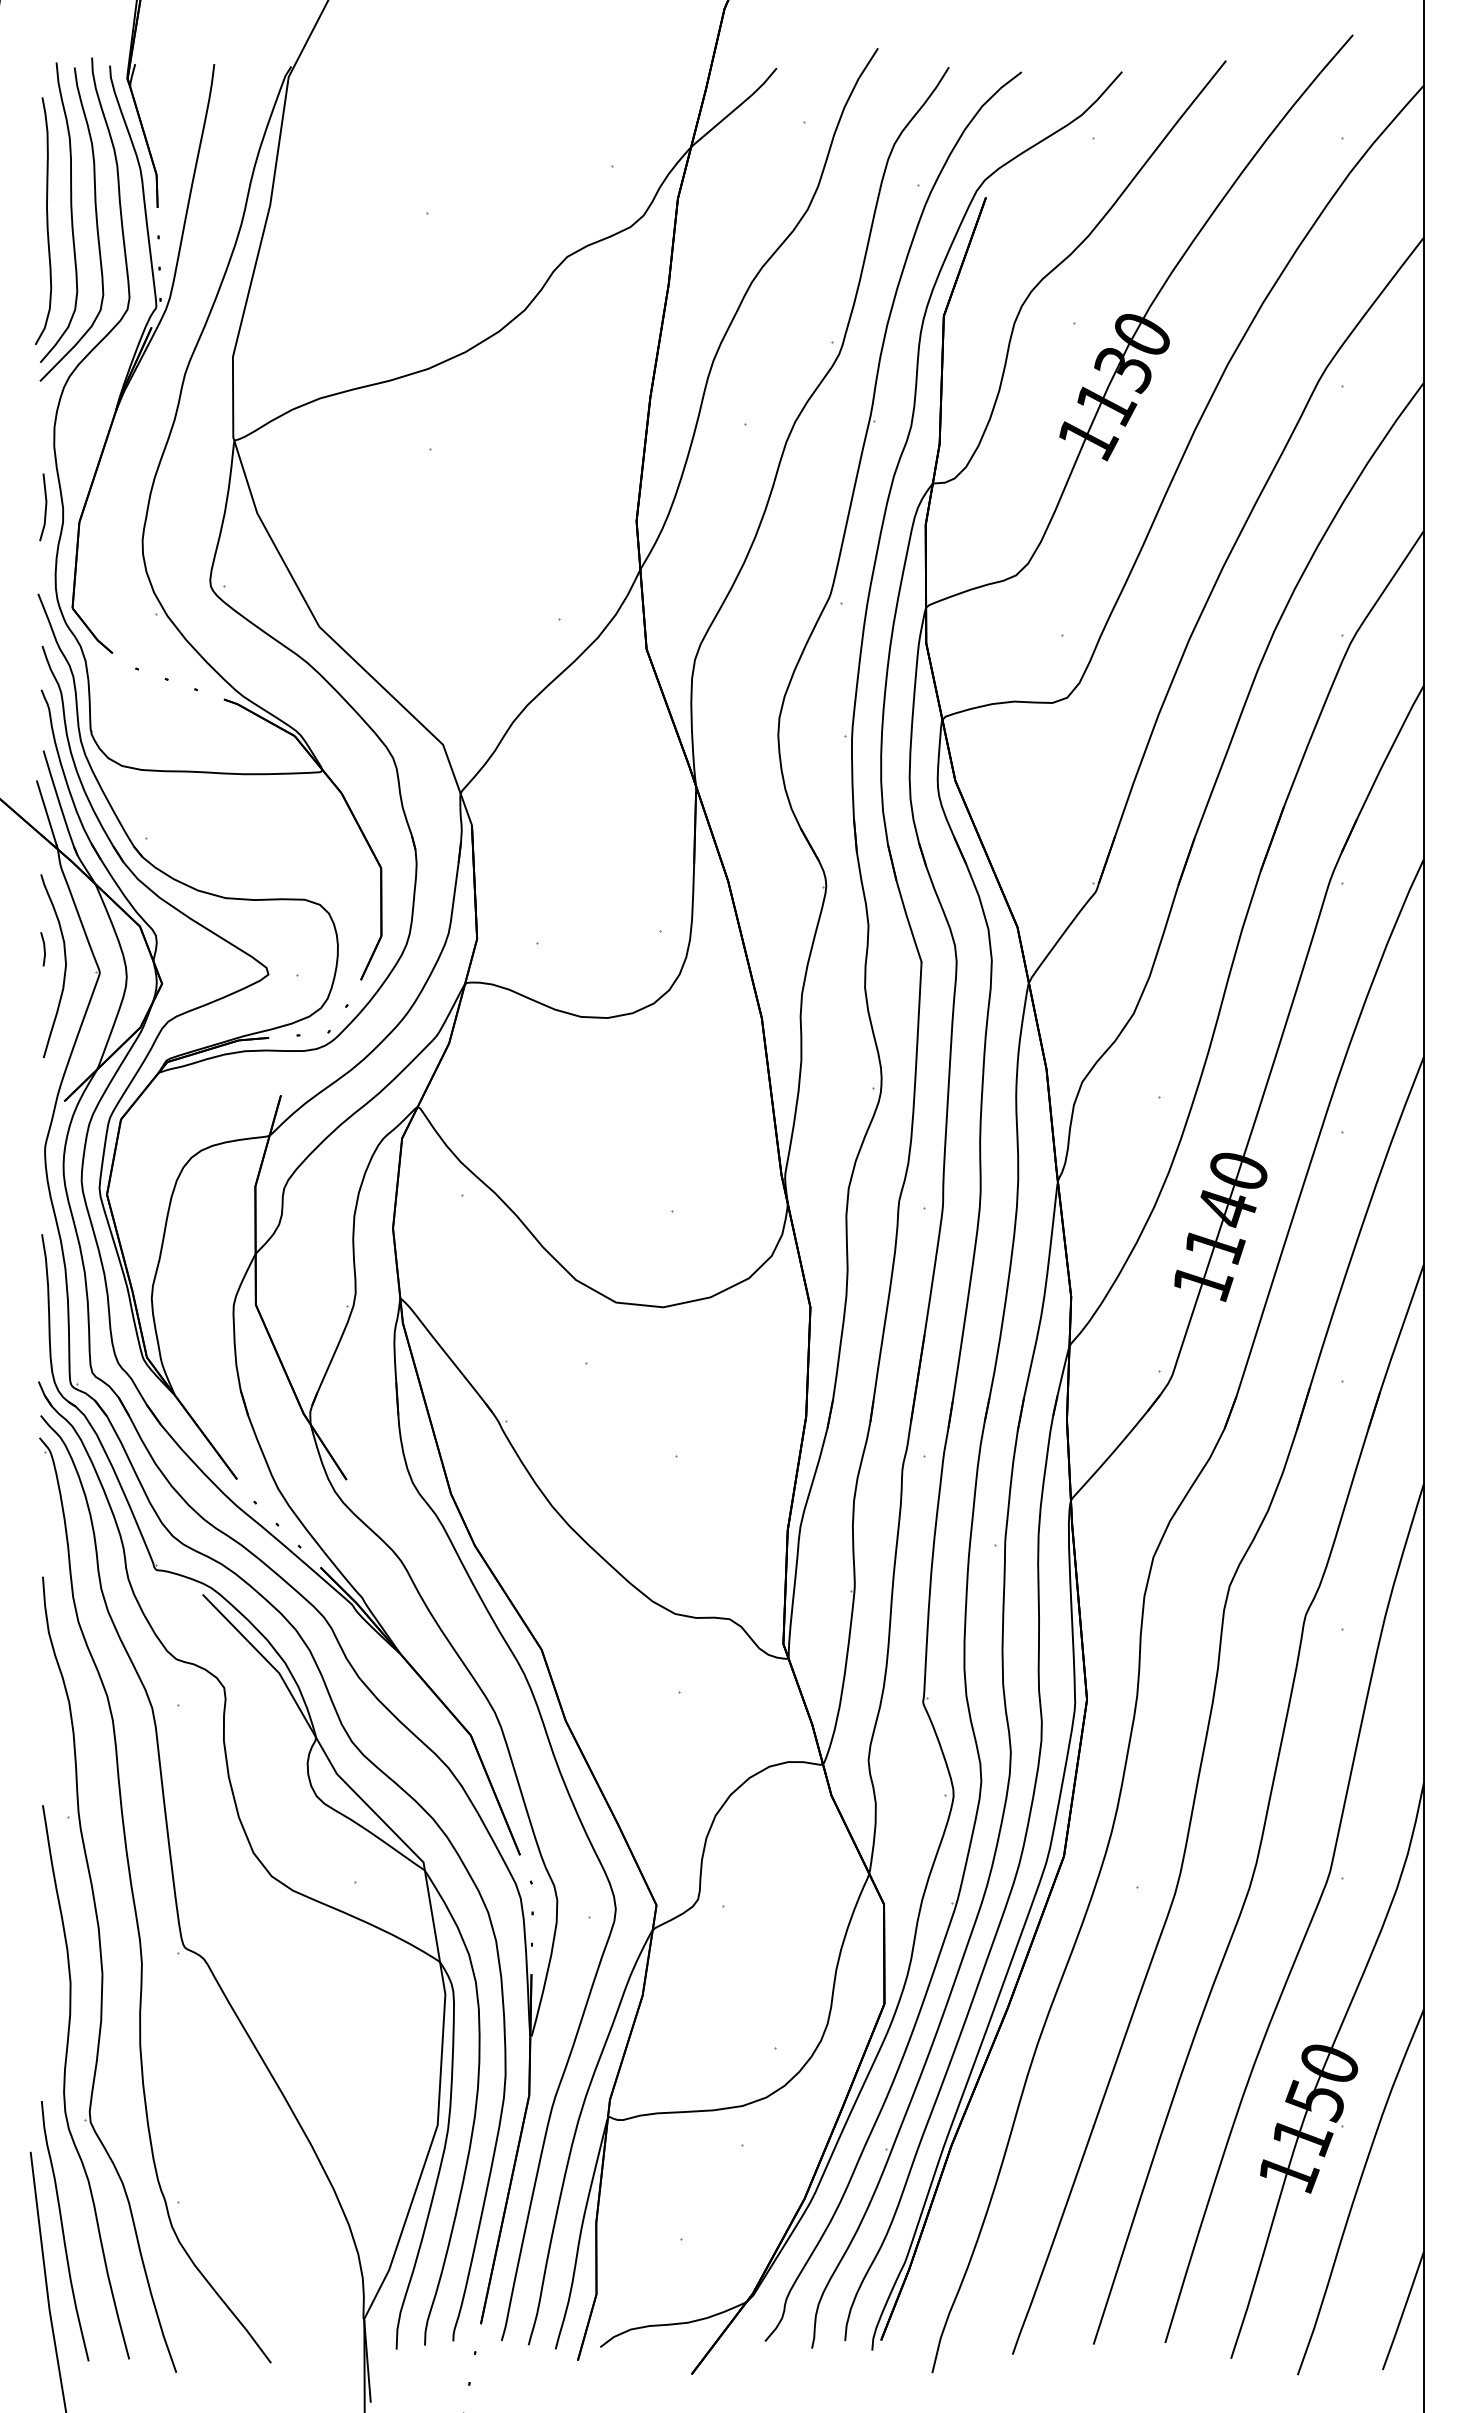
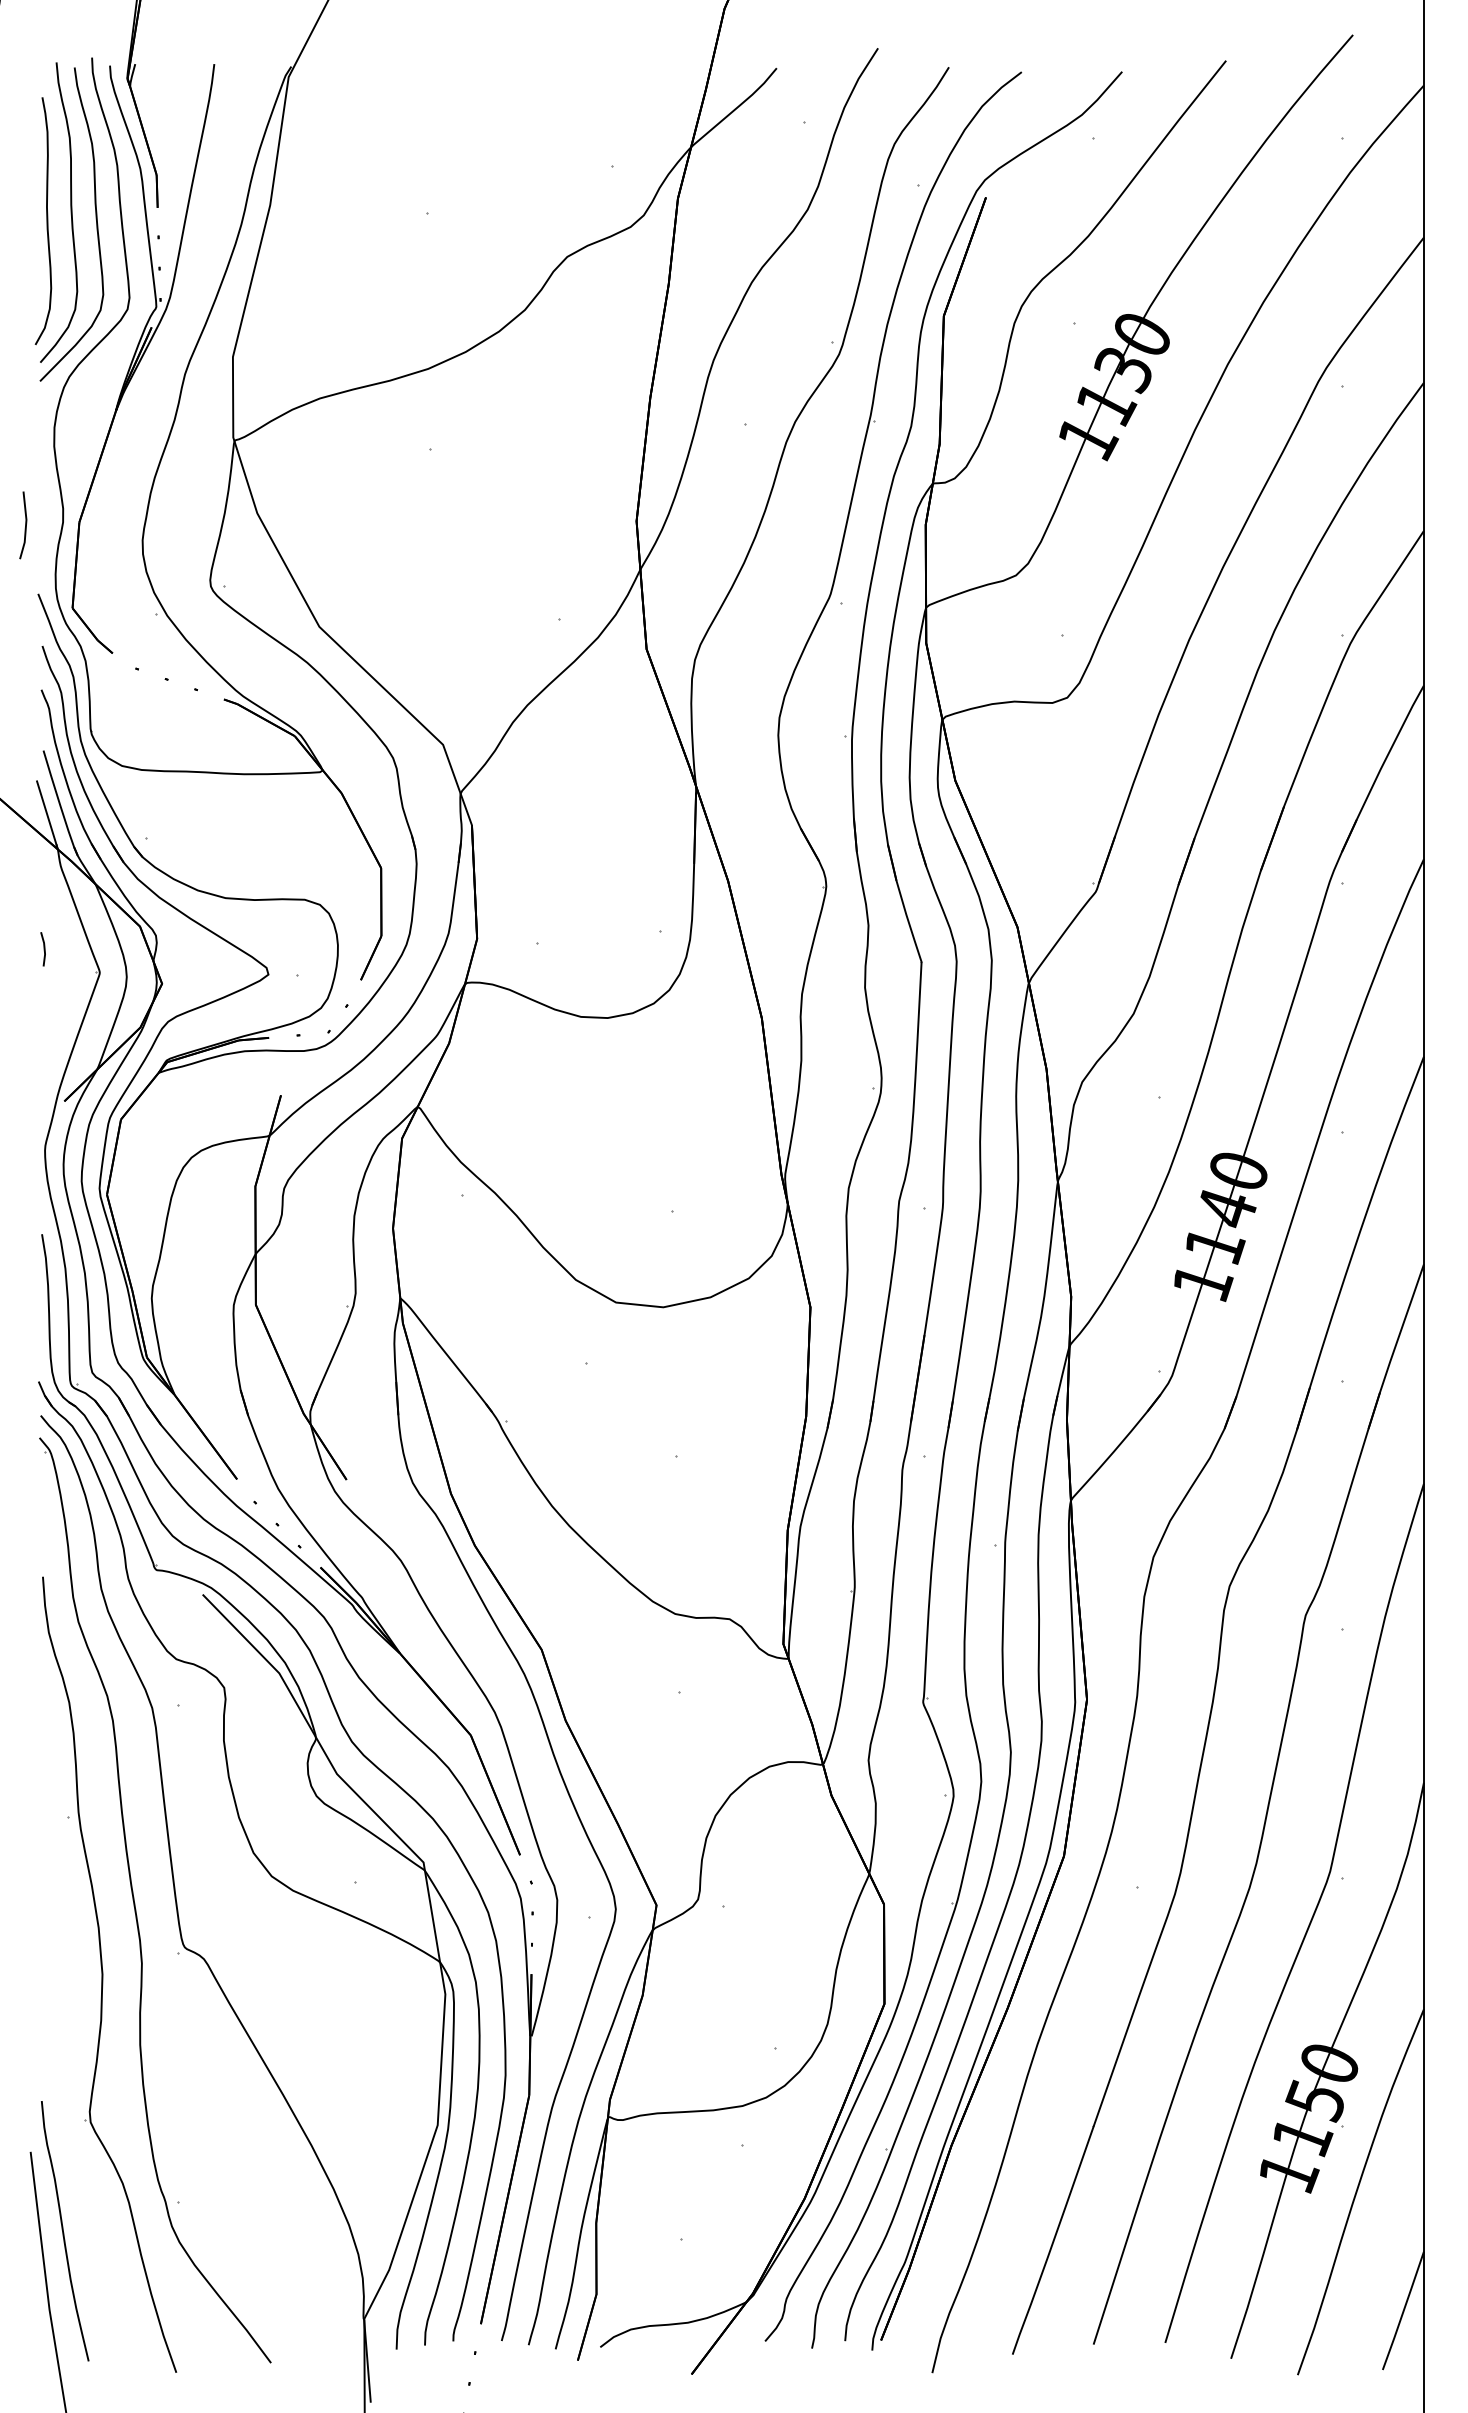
line at (45, 507) position: (45, 507) -> (25, 525)
curve at (64, 967): present -> none
curve at (65, 2082): present -> none
